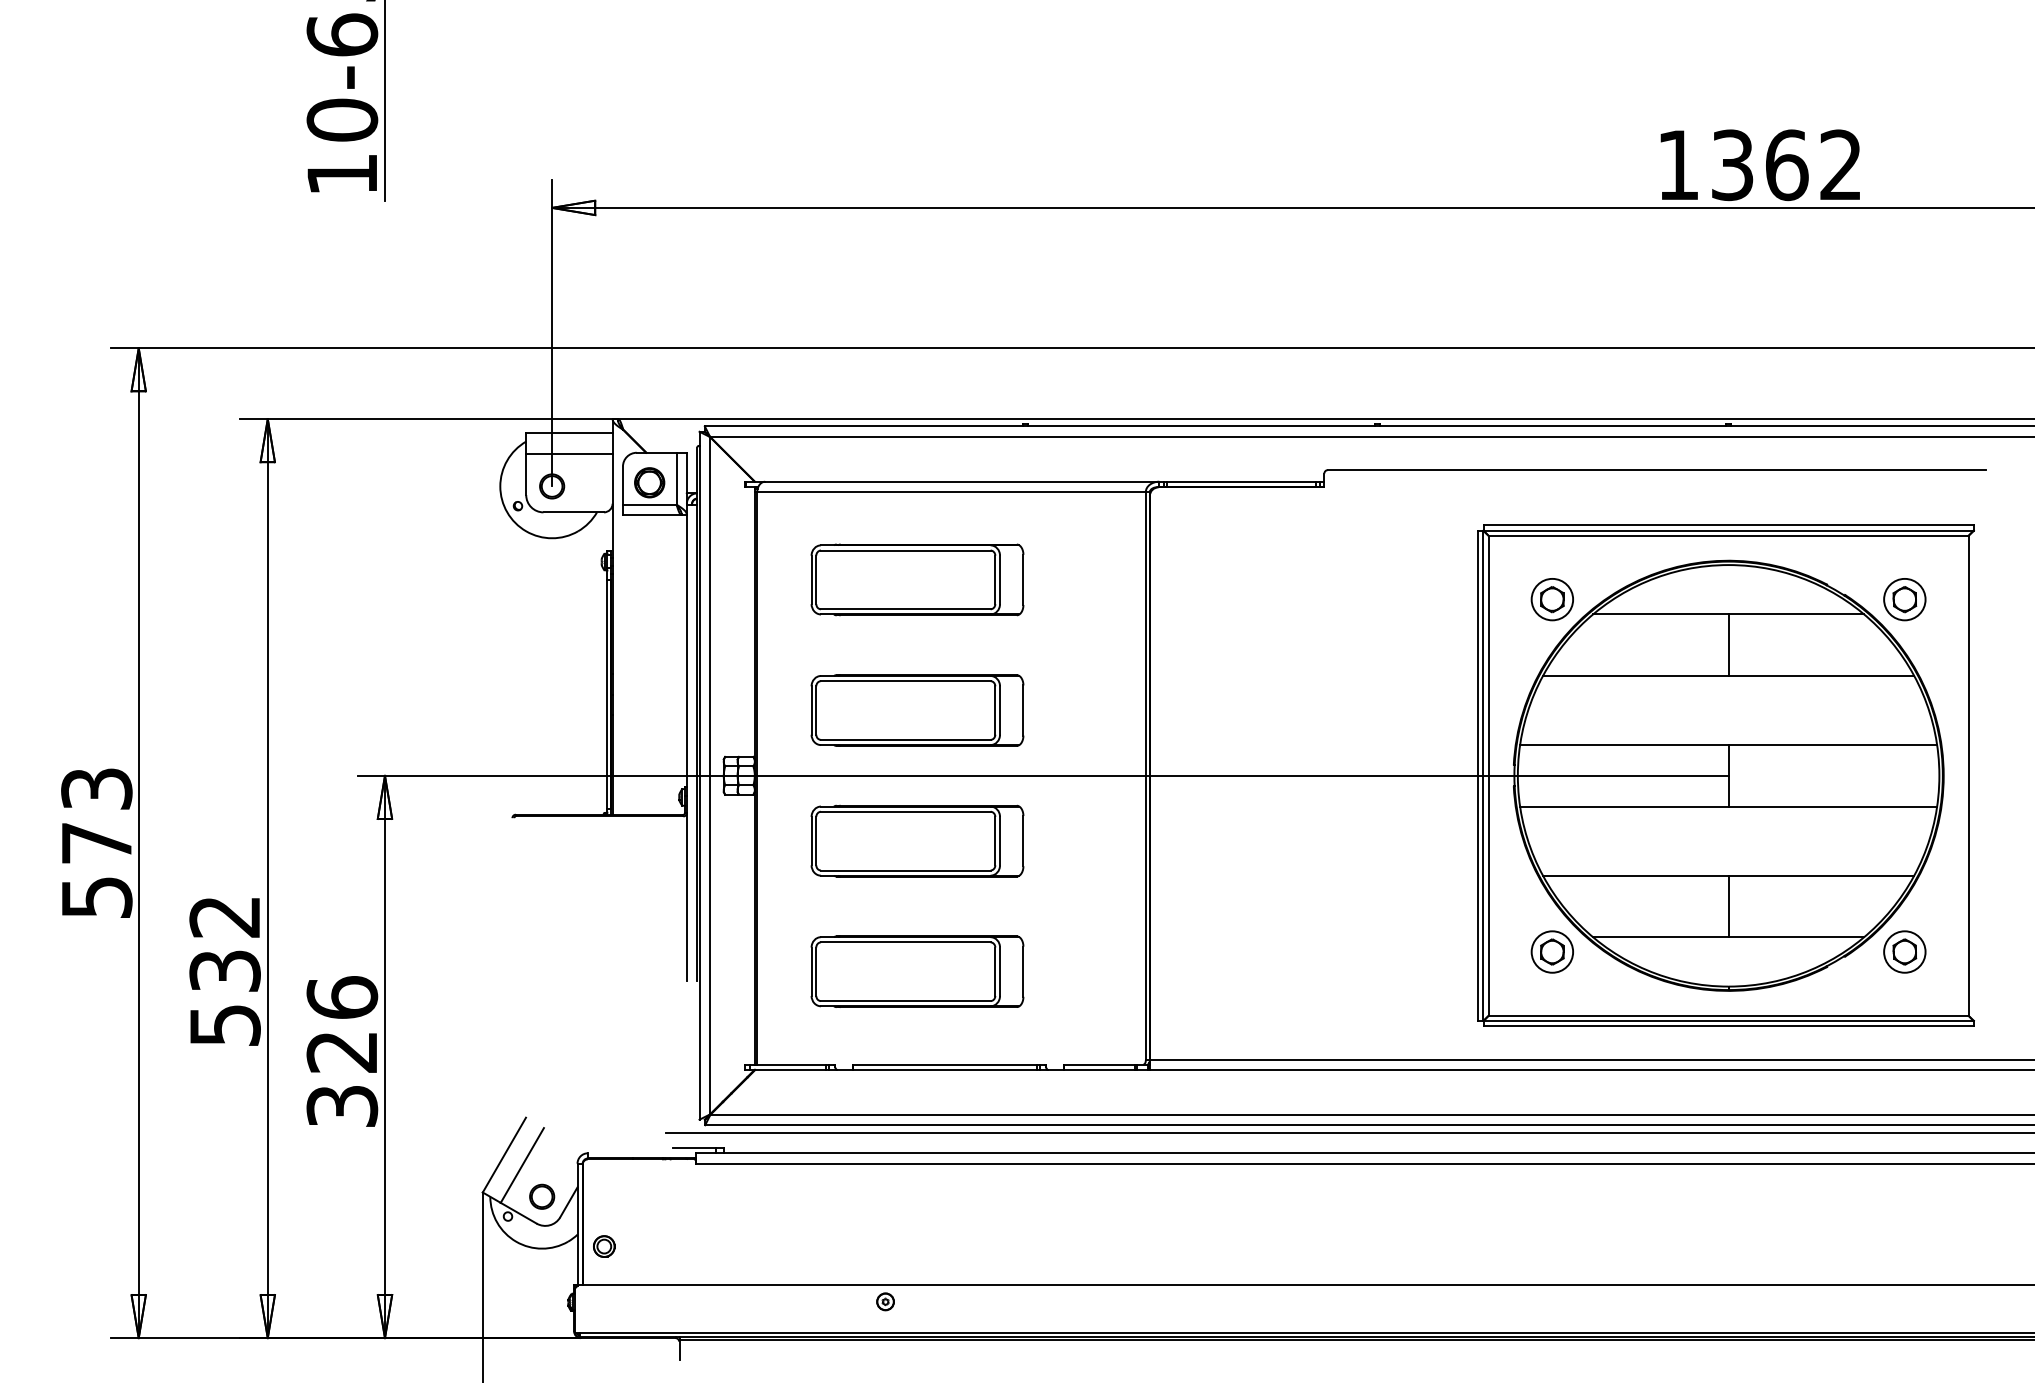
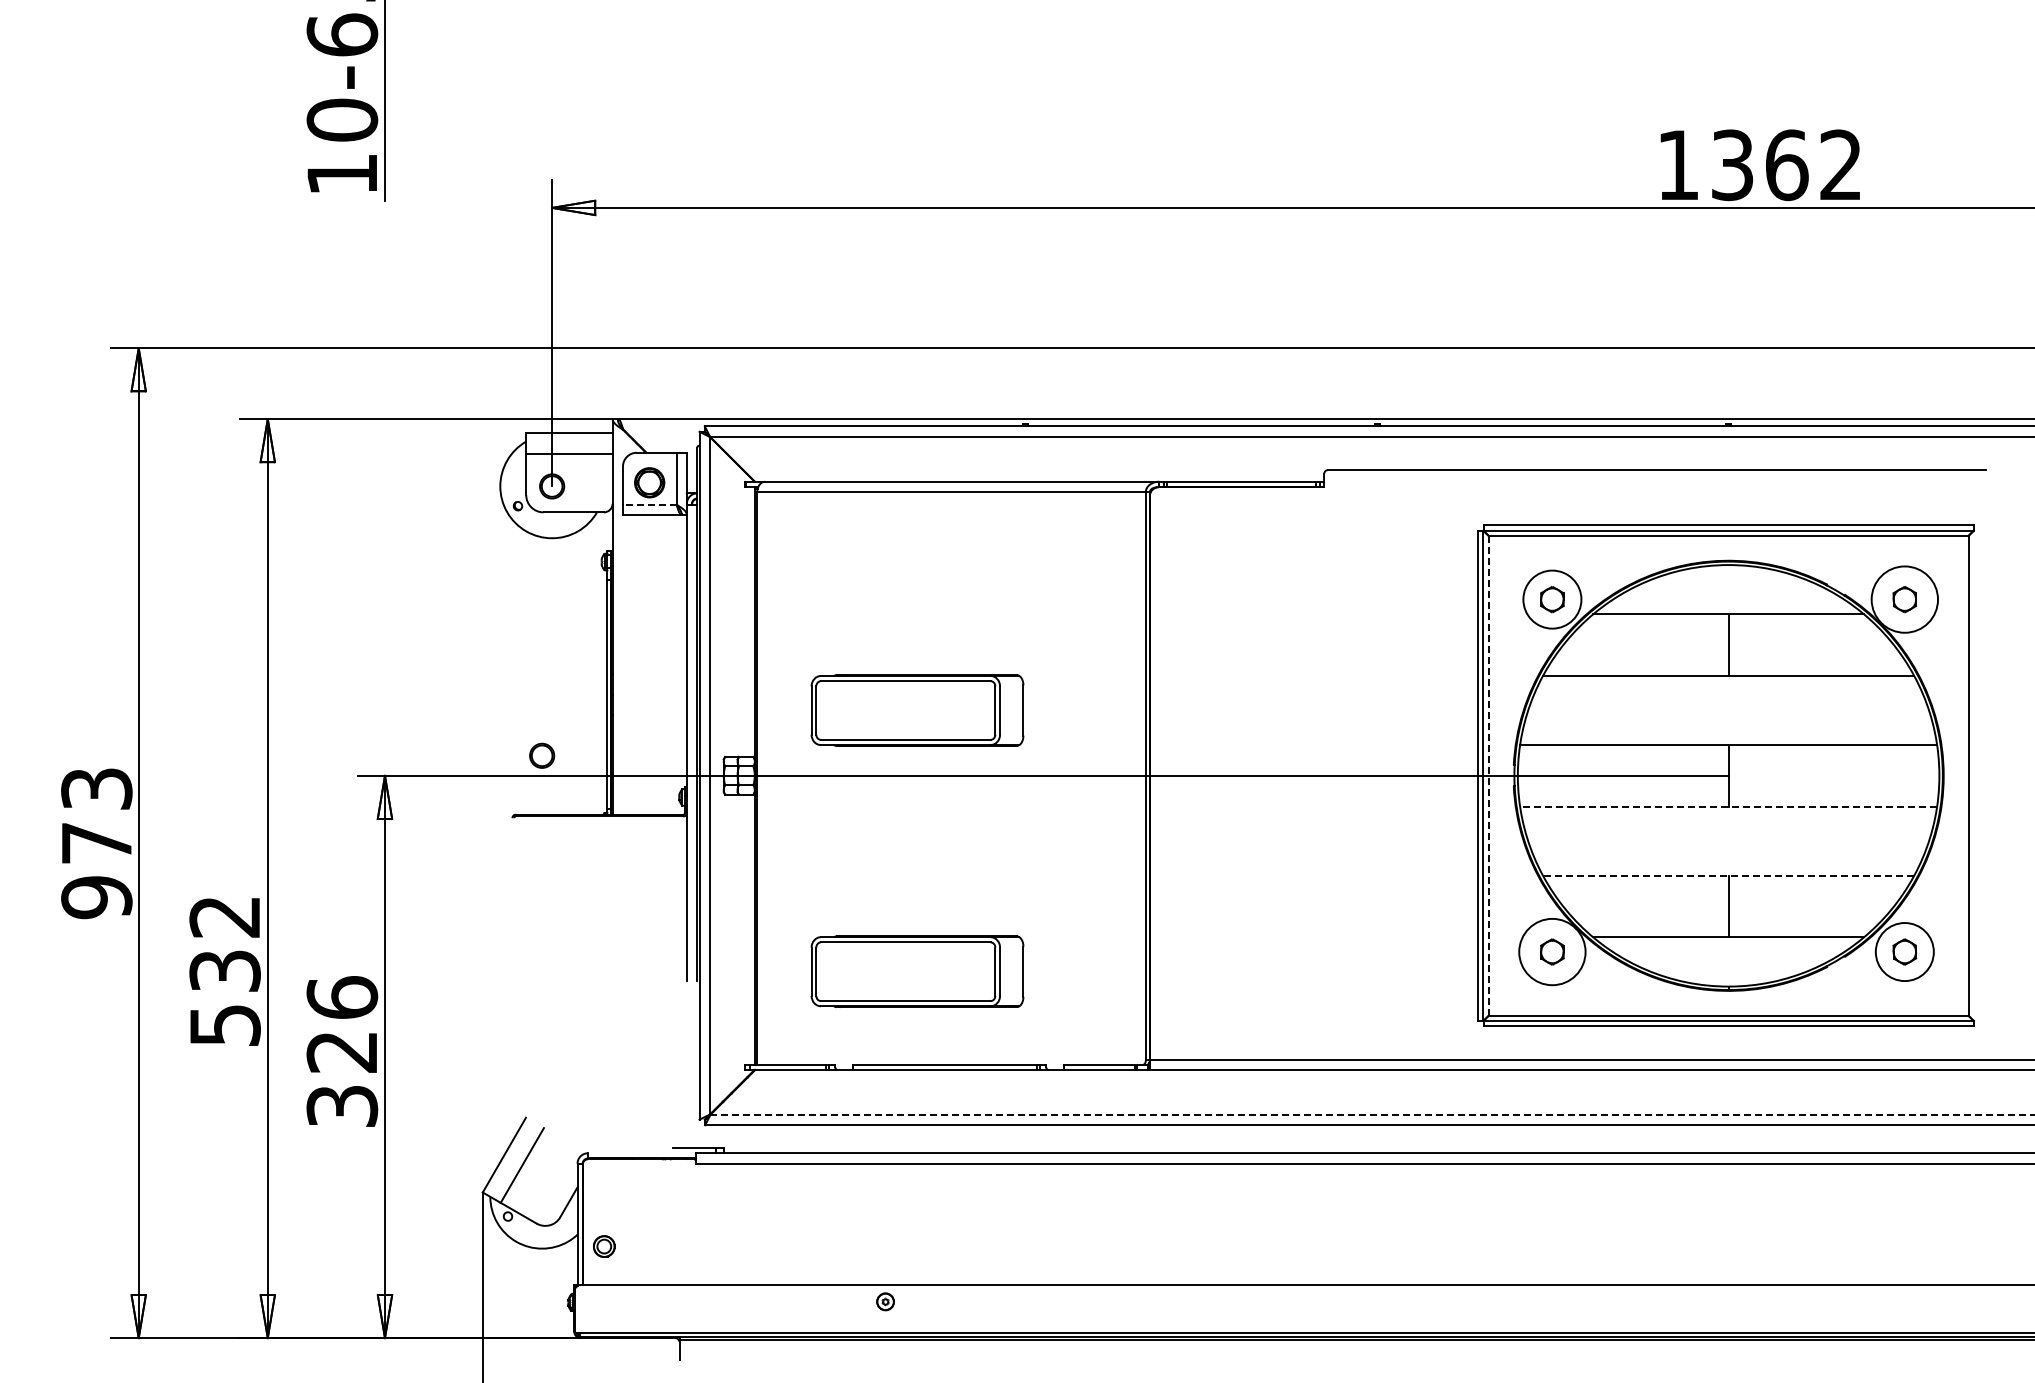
line at (649, 504): solid -> dashed
part at (917, 579): present -> none
circle at (1552, 599) diameter: 41 px -> 58 px
circle at (1904, 599) diameter: 41 px -> 66 px
line at (1488, 775): solid -> dashed
line at (1728, 806): solid -> dashed
part at (917, 840): present -> none
line at (1728, 875): solid -> dashed
text at (96, 897): 573 -> 973
circle at (1552, 951) diameter: 41 px -> 66 px
circle at (1904, 951) diameter: 41 px -> 58 px
line at (1372, 1114): solid -> dashed
line at (1348, 1132): present -> none
part at (542, 1196) position: (542, 1196) -> (542, 755)
